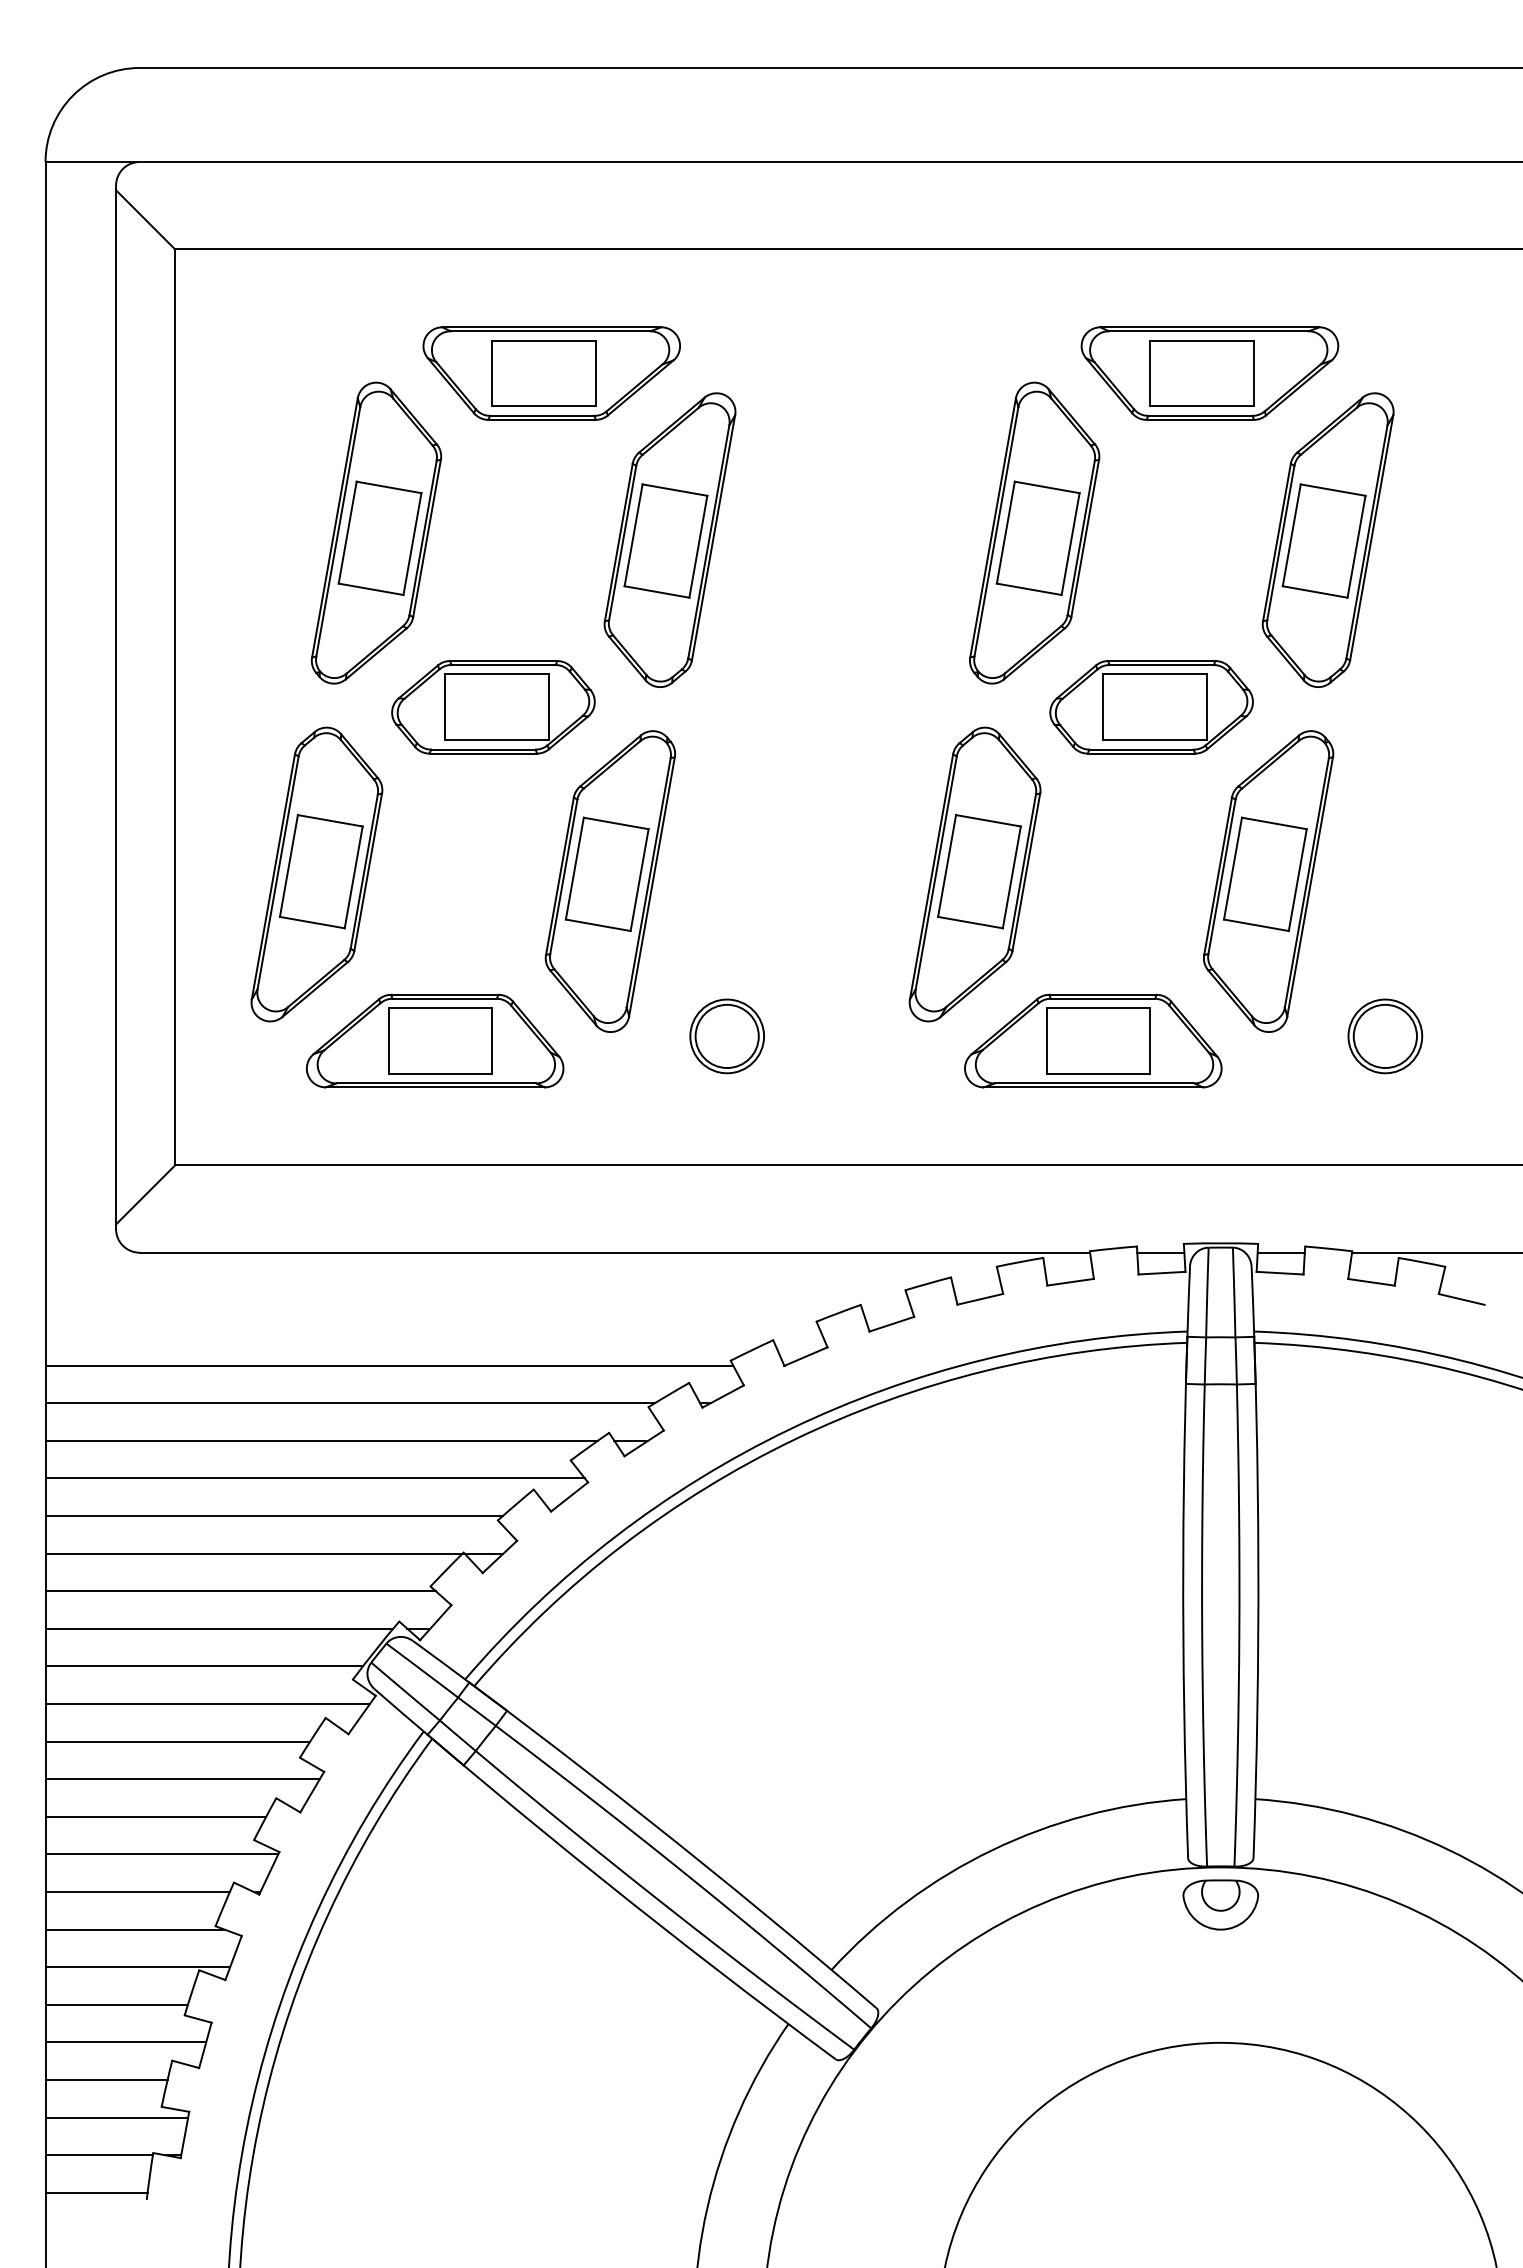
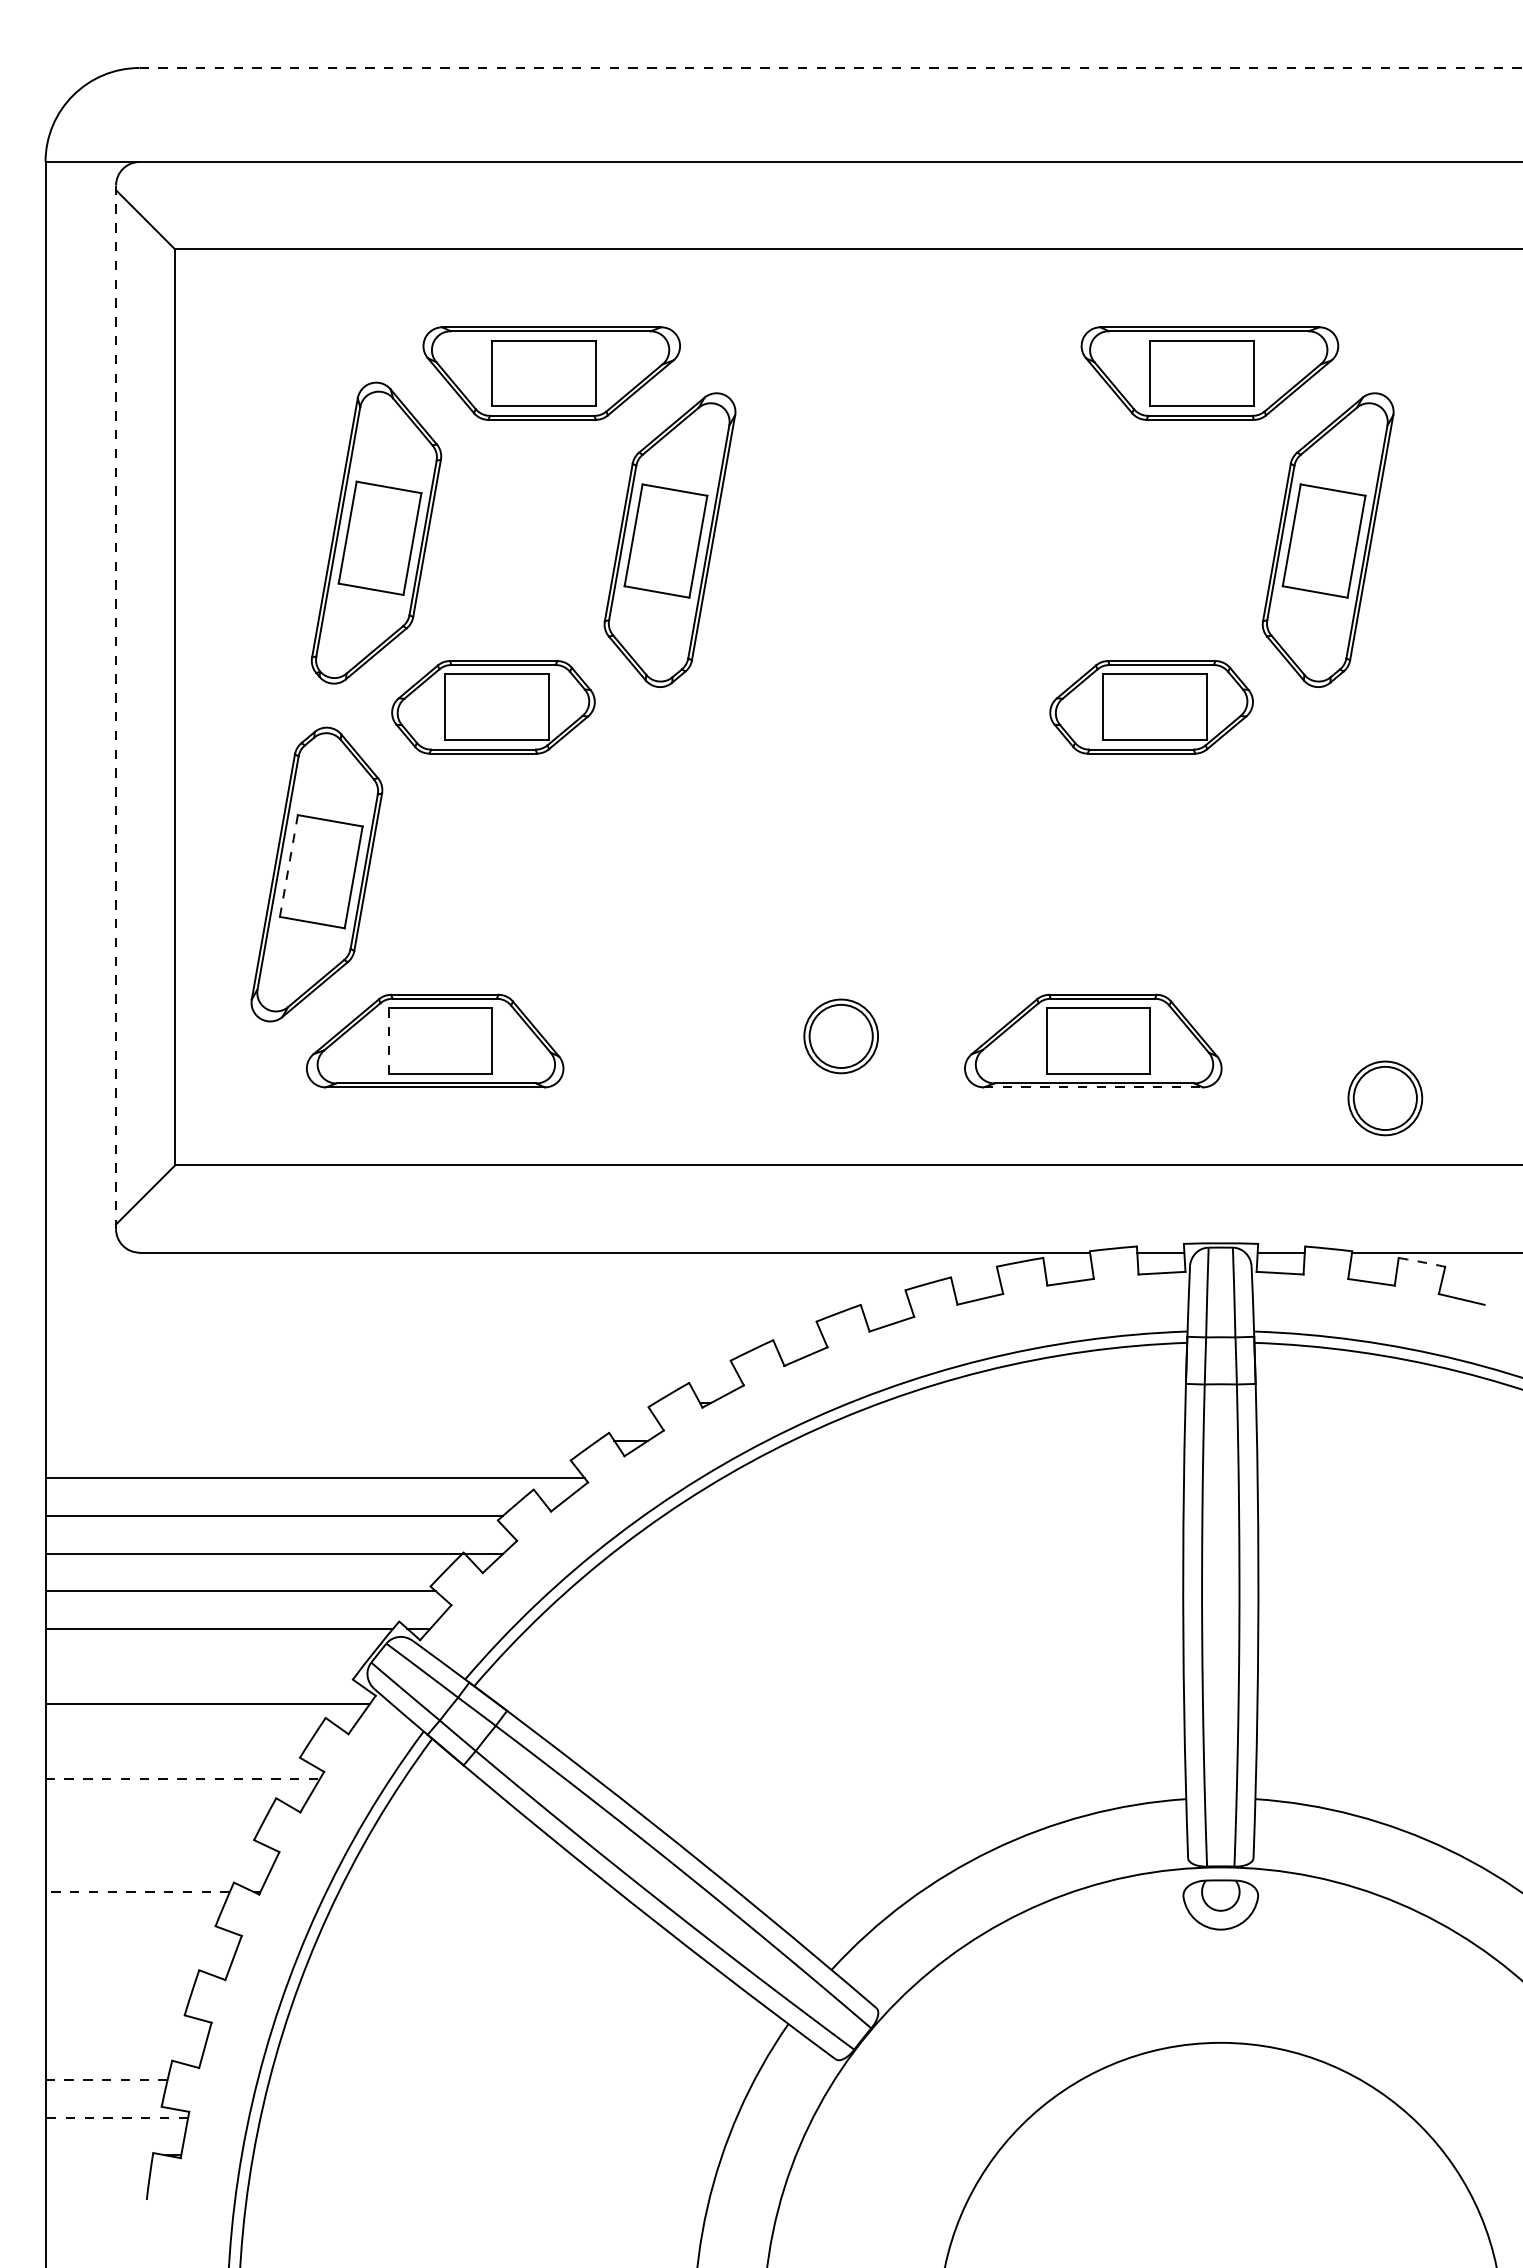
line at (831, 68): solid -> dashed
part at (1034, 532): present -> none
line at (116, 707): solid -> dashed
line at (288, 866): solid -> dashed
part at (974, 874): present -> none
part at (609, 881): present -> none
part at (1268, 881): present -> none
part at (726, 1036) position: (726, 1036) -> (840, 1036)
part at (1385, 1036) position: (1385, 1036) -> (1385, 1098)
line at (388, 1041): solid -> dashed
line at (1093, 1087): solid -> dashed
arc at (1422, 1262): solid -> dashed
line at (389, 1365): present -> none
line at (350, 1403): present -> none
line at (321, 1440): present -> none
line at (203, 1666): present -> none
line at (177, 1741): present -> none
line at (183, 1779): solid -> dashed
line at (155, 1816): present -> none
line at (161, 1854): present -> none
line at (137, 1892): solid -> dashed
line at (134, 1929): present -> none
line at (137, 1967): present -> none
line at (116, 2004): present -> none
line at (125, 2042): present -> none
line at (106, 2080): solid -> dashed
line at (116, 2117): solid -> dashed
line at (98, 2155): present -> none
line at (96, 2192): present -> none
